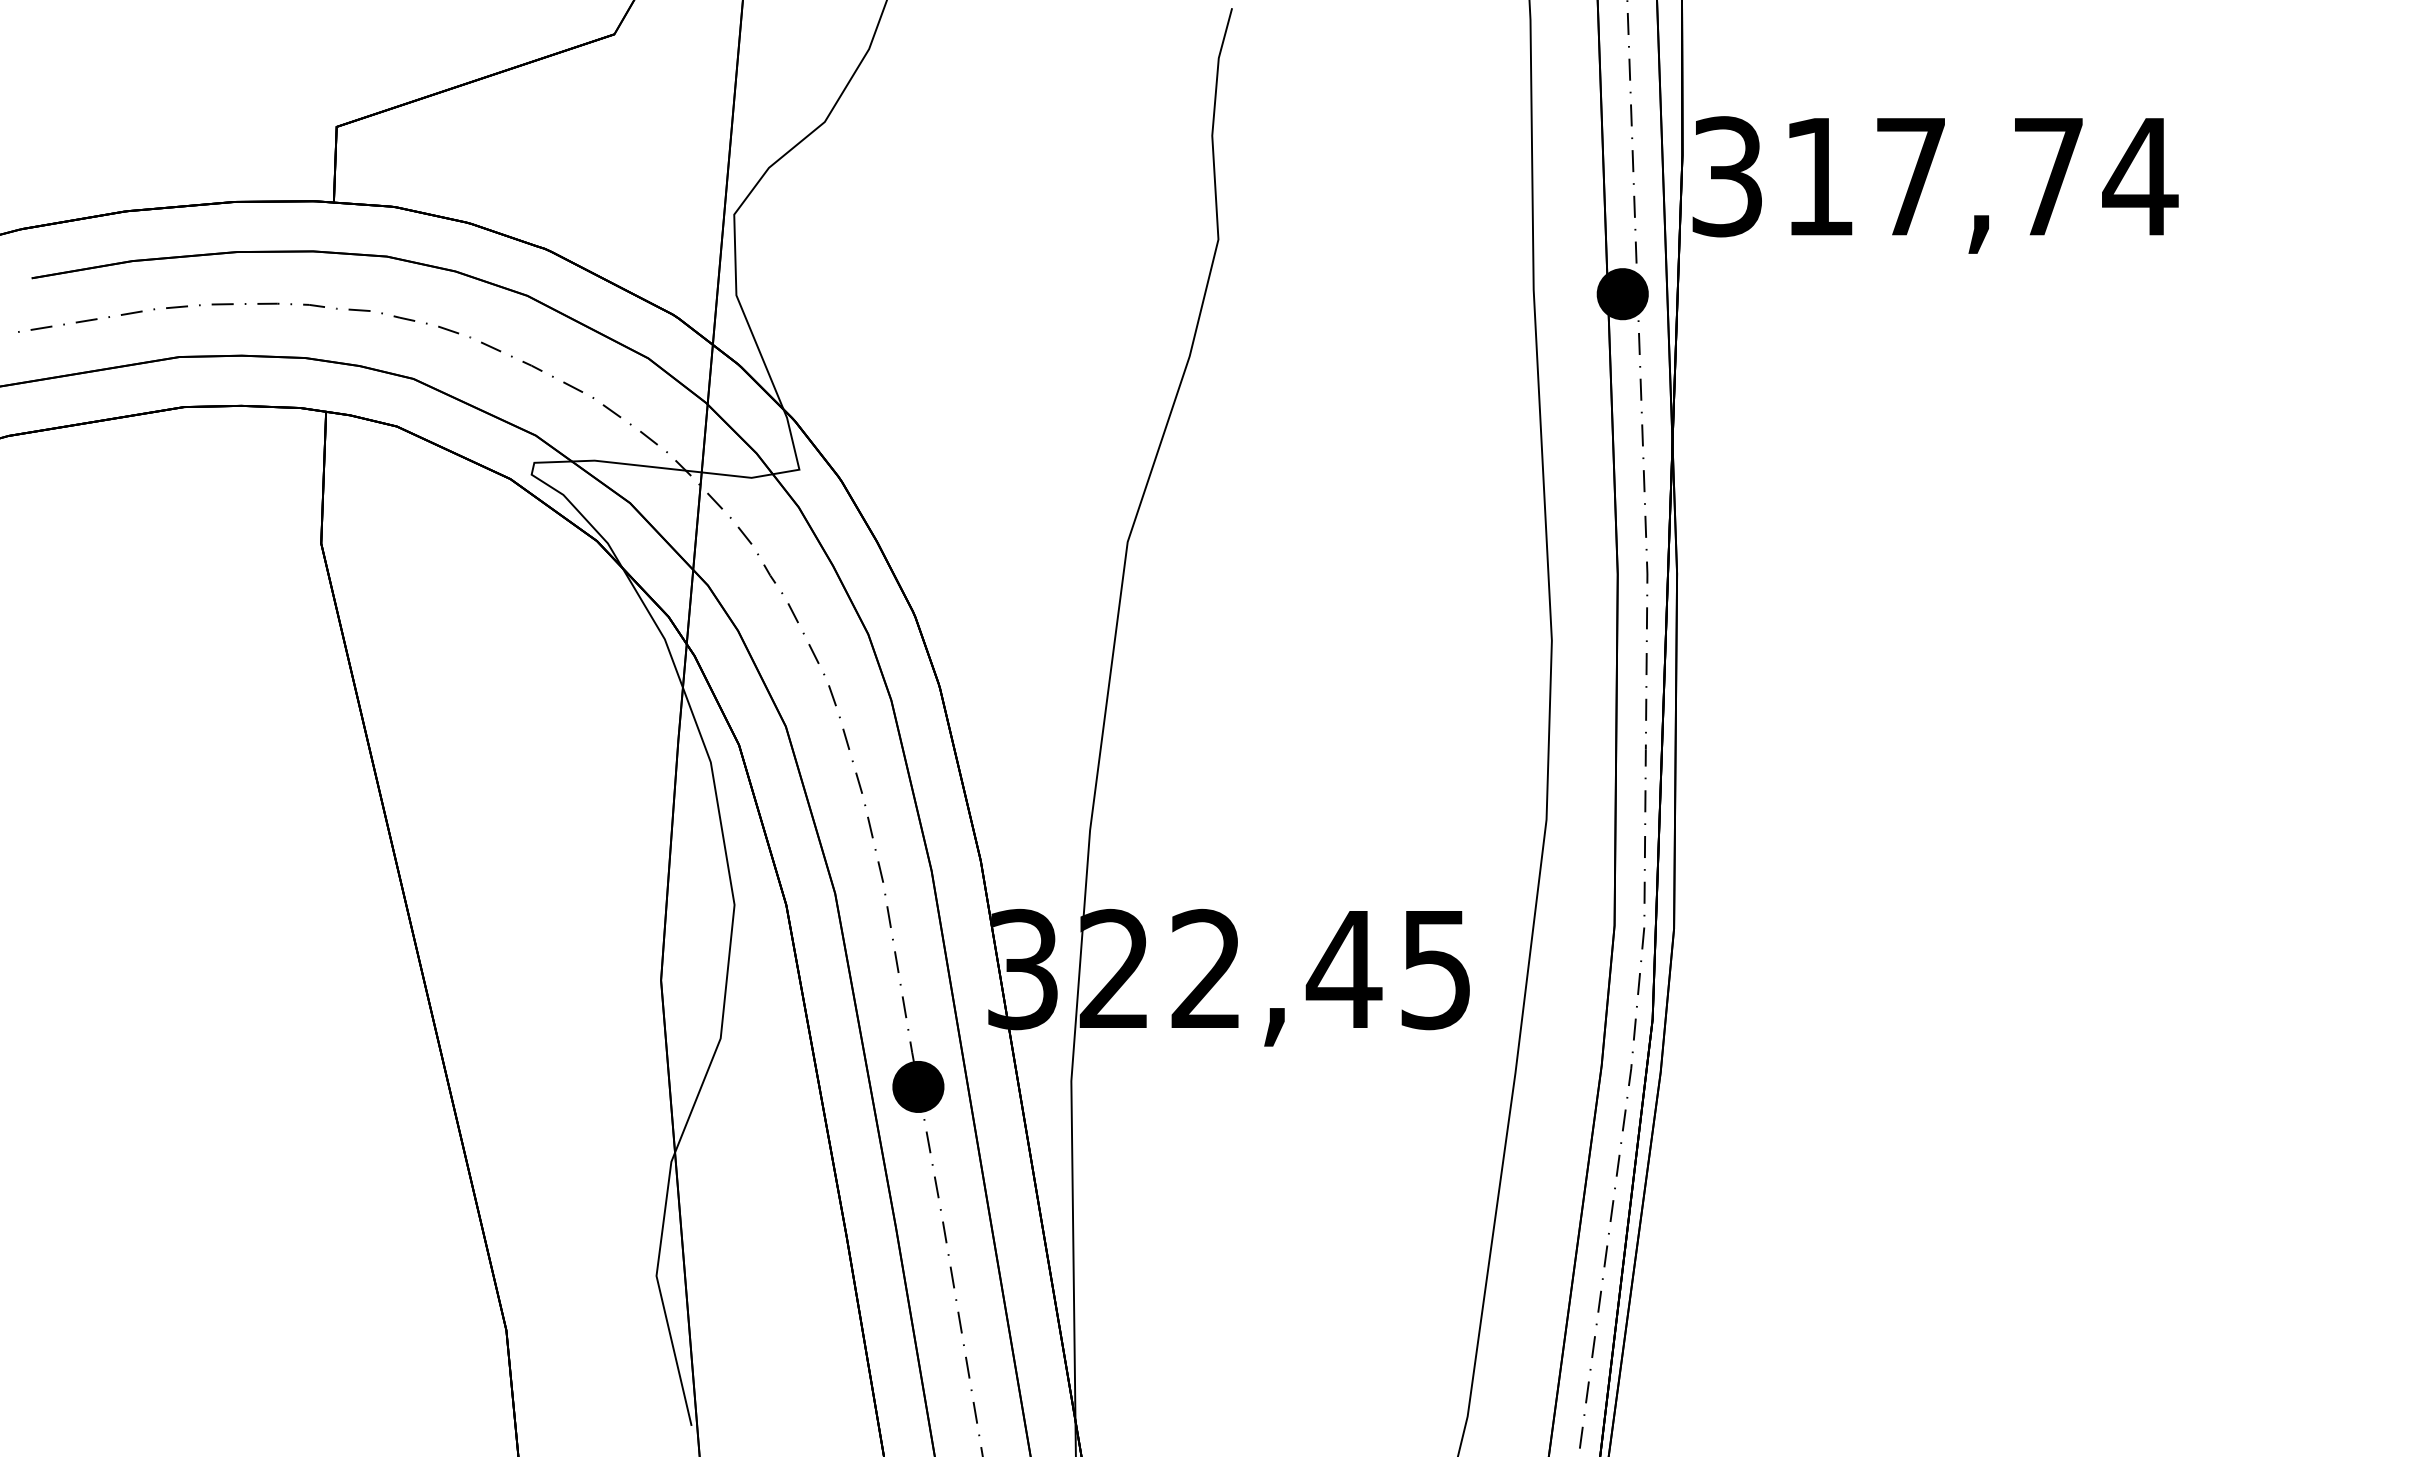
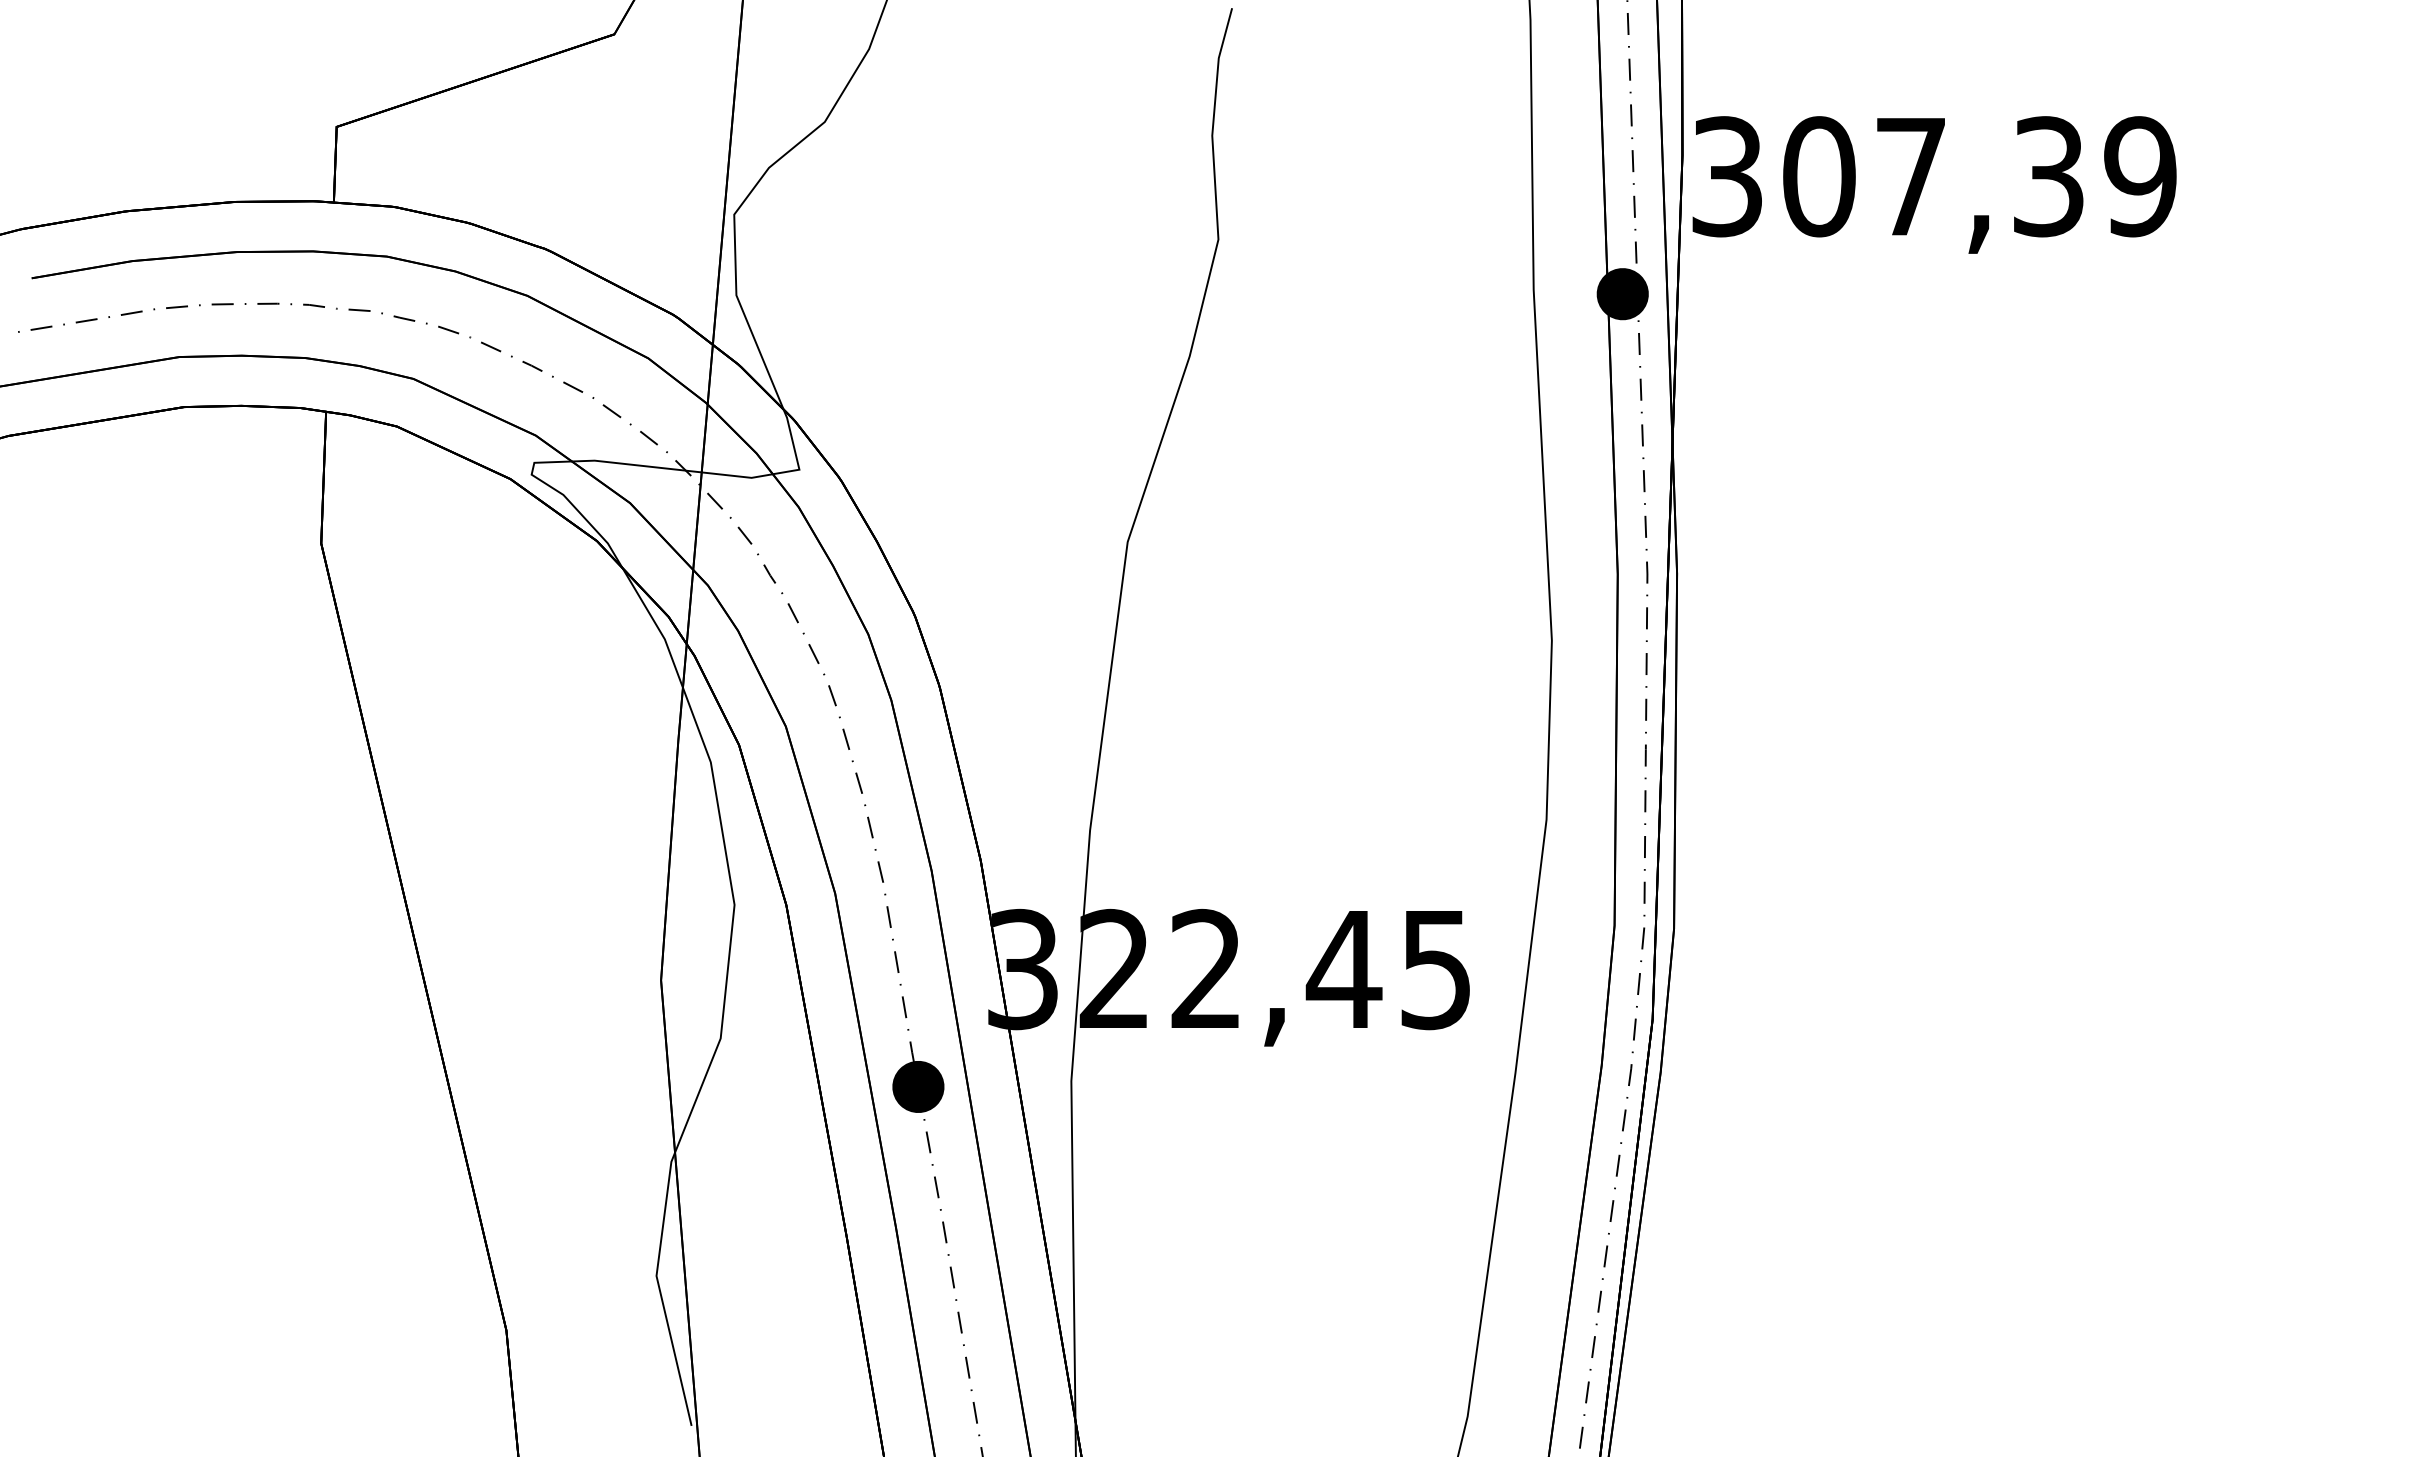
text at (1980, 176): 317,74 -> 307,39
